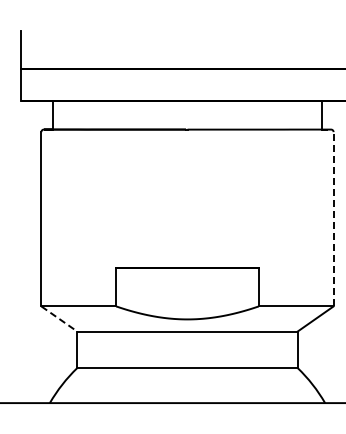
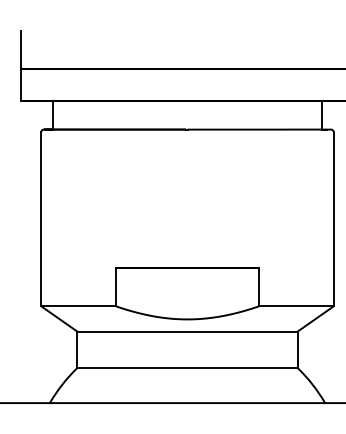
line at (333, 218): dashed -> solid
line at (59, 318): dashed -> solid
